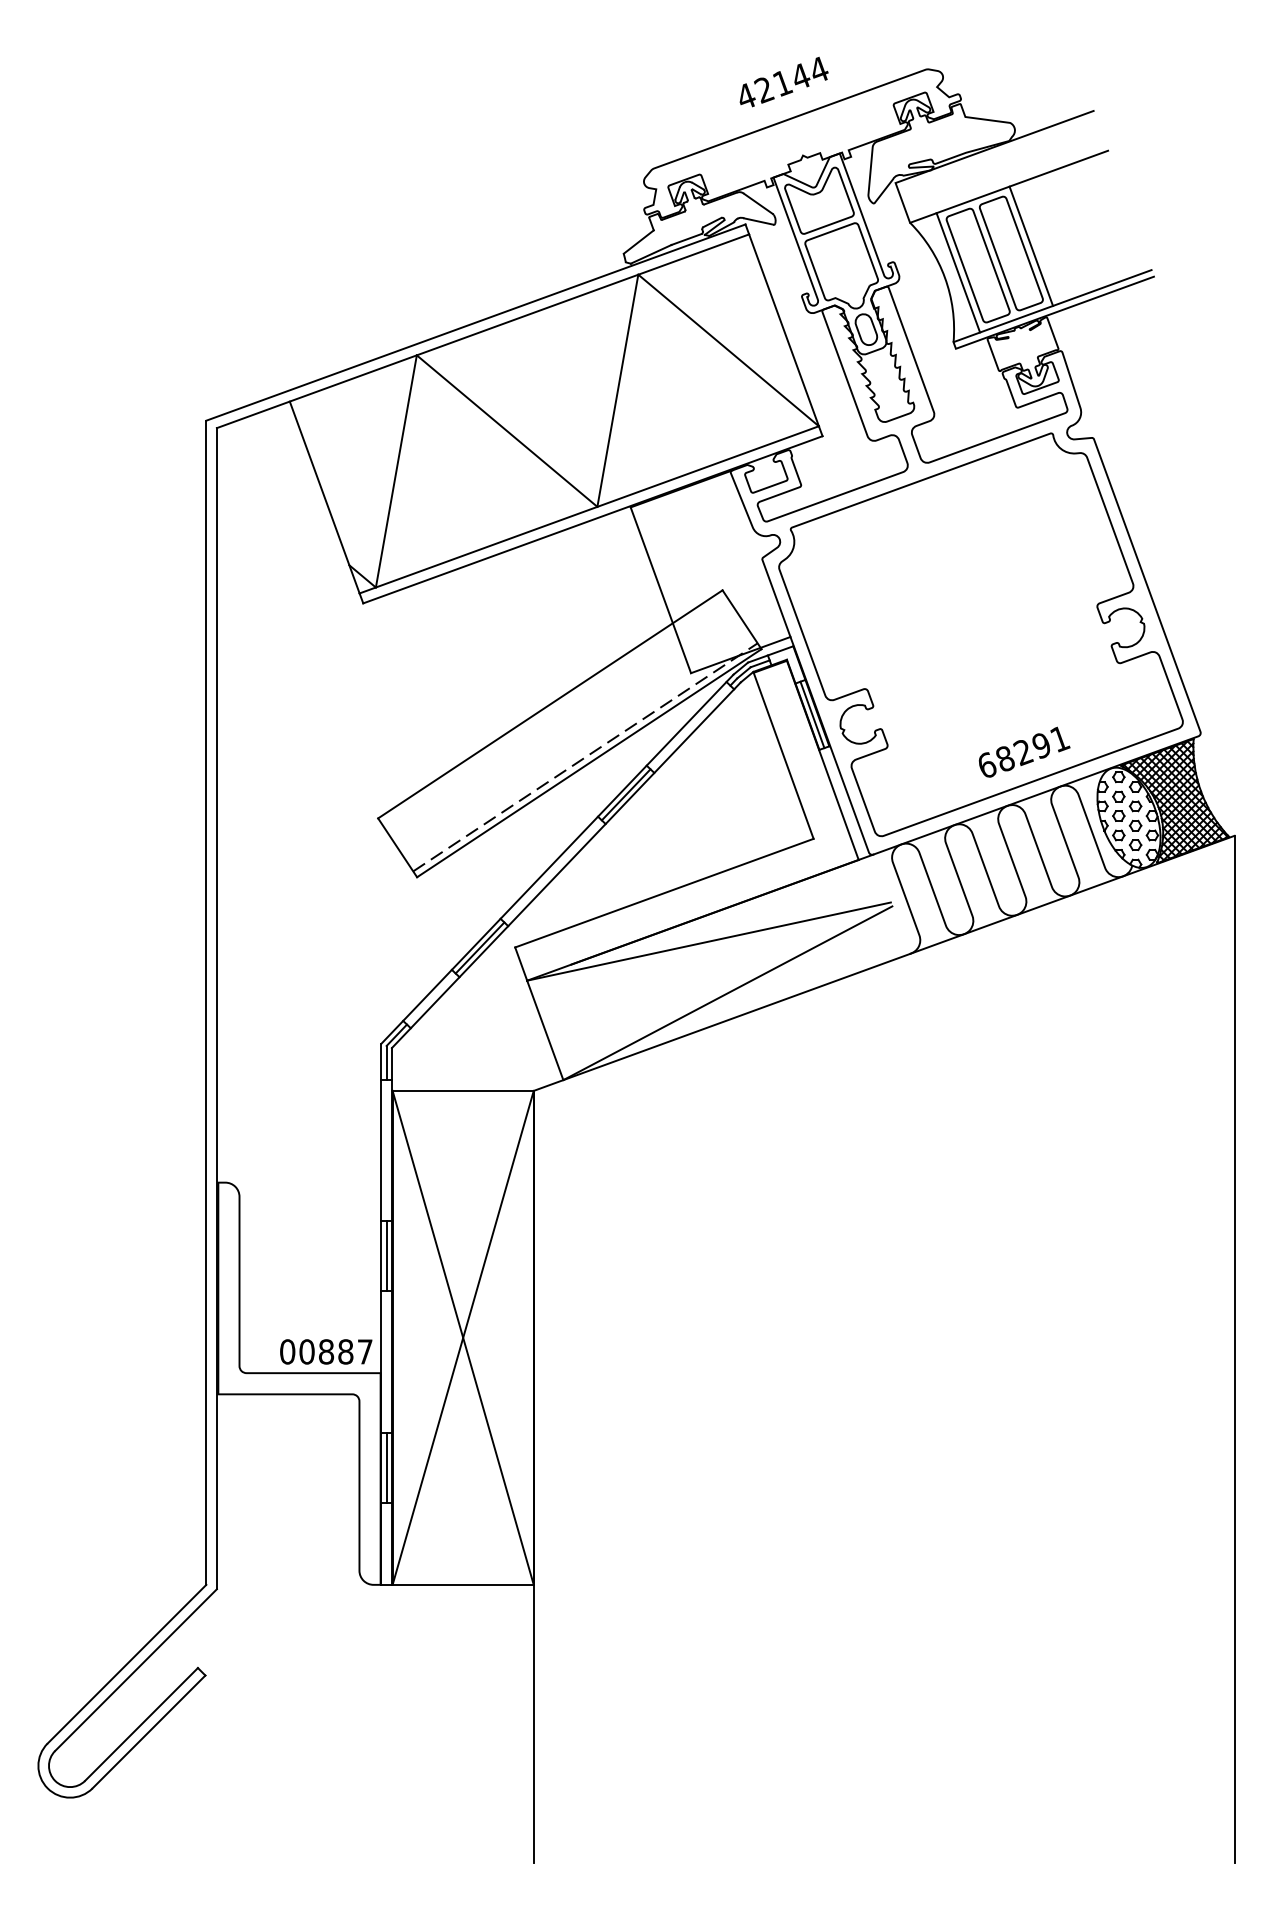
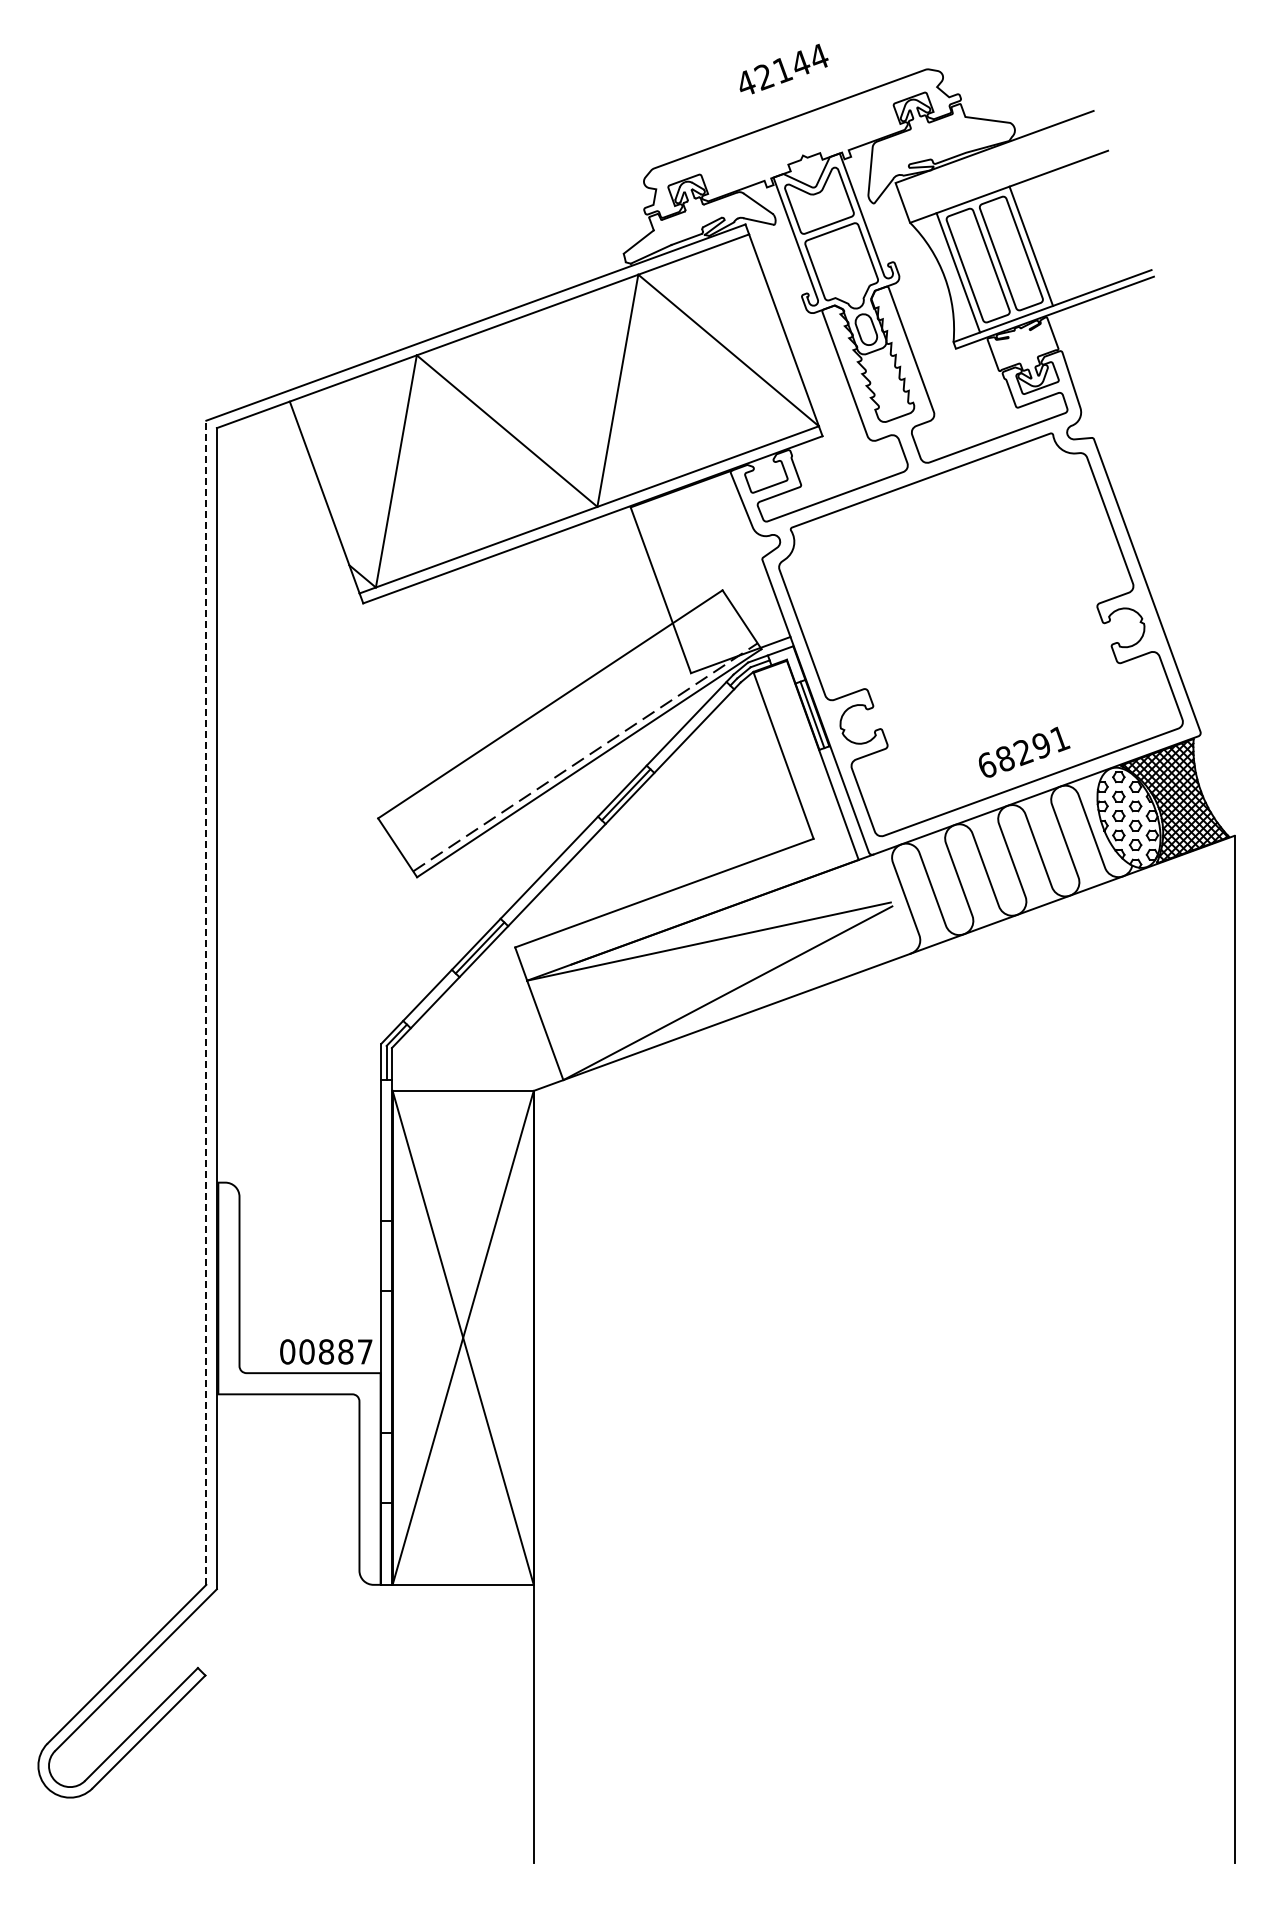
text at (783, 81) position: (783, 81) -> (783, 68)
line at (206, 1002): solid -> dashed
line at (386, 1255): present -> none
line at (386, 1467): present -> none
